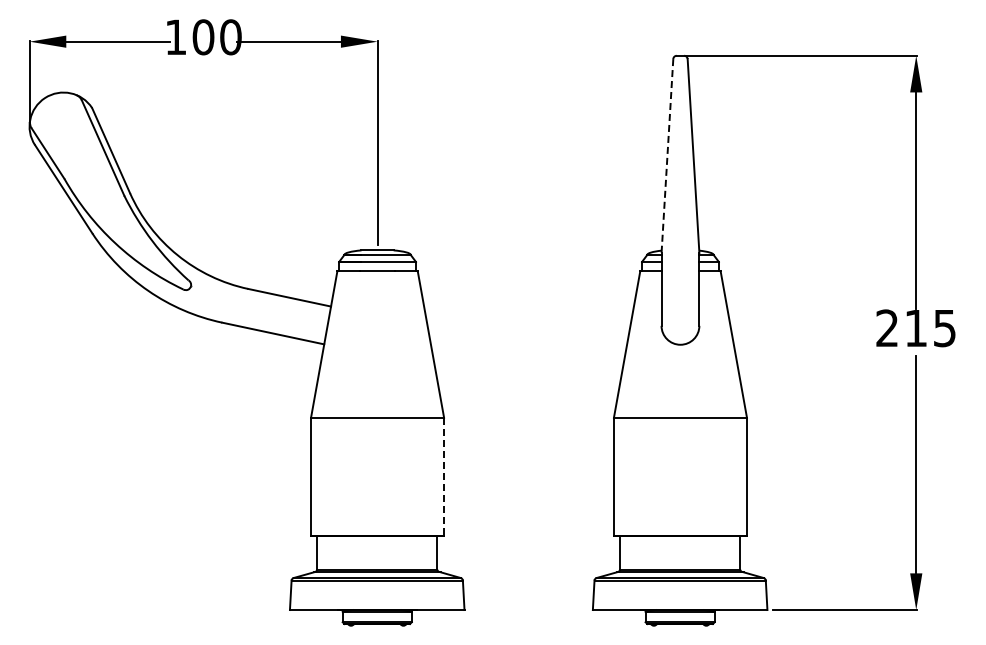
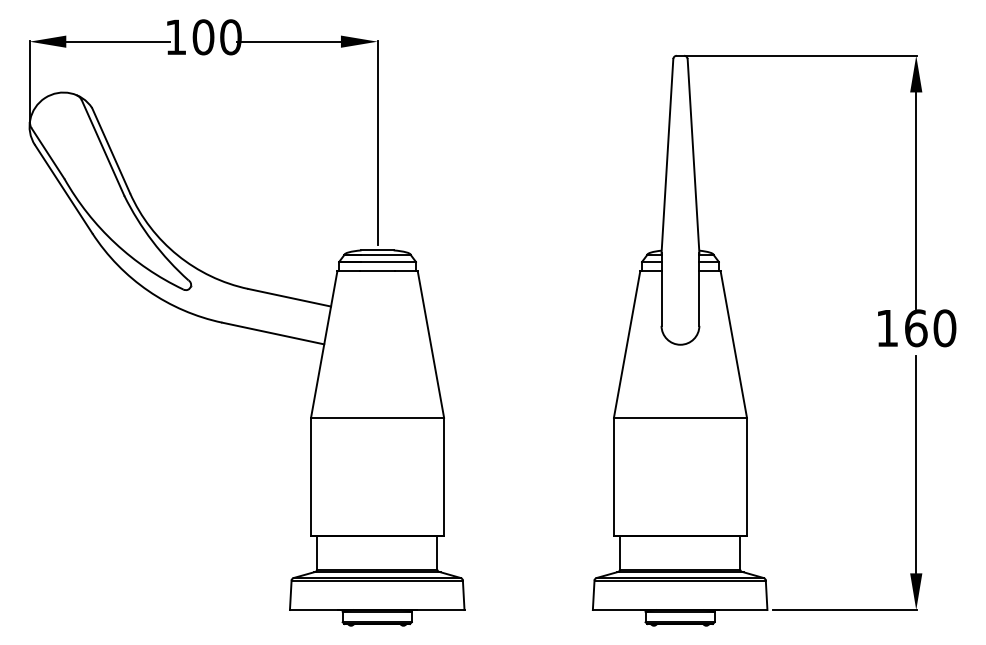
line at (667, 156): dashed -> solid
text at (916, 328): 215 -> 160
line at (444, 477): dashed -> solid
